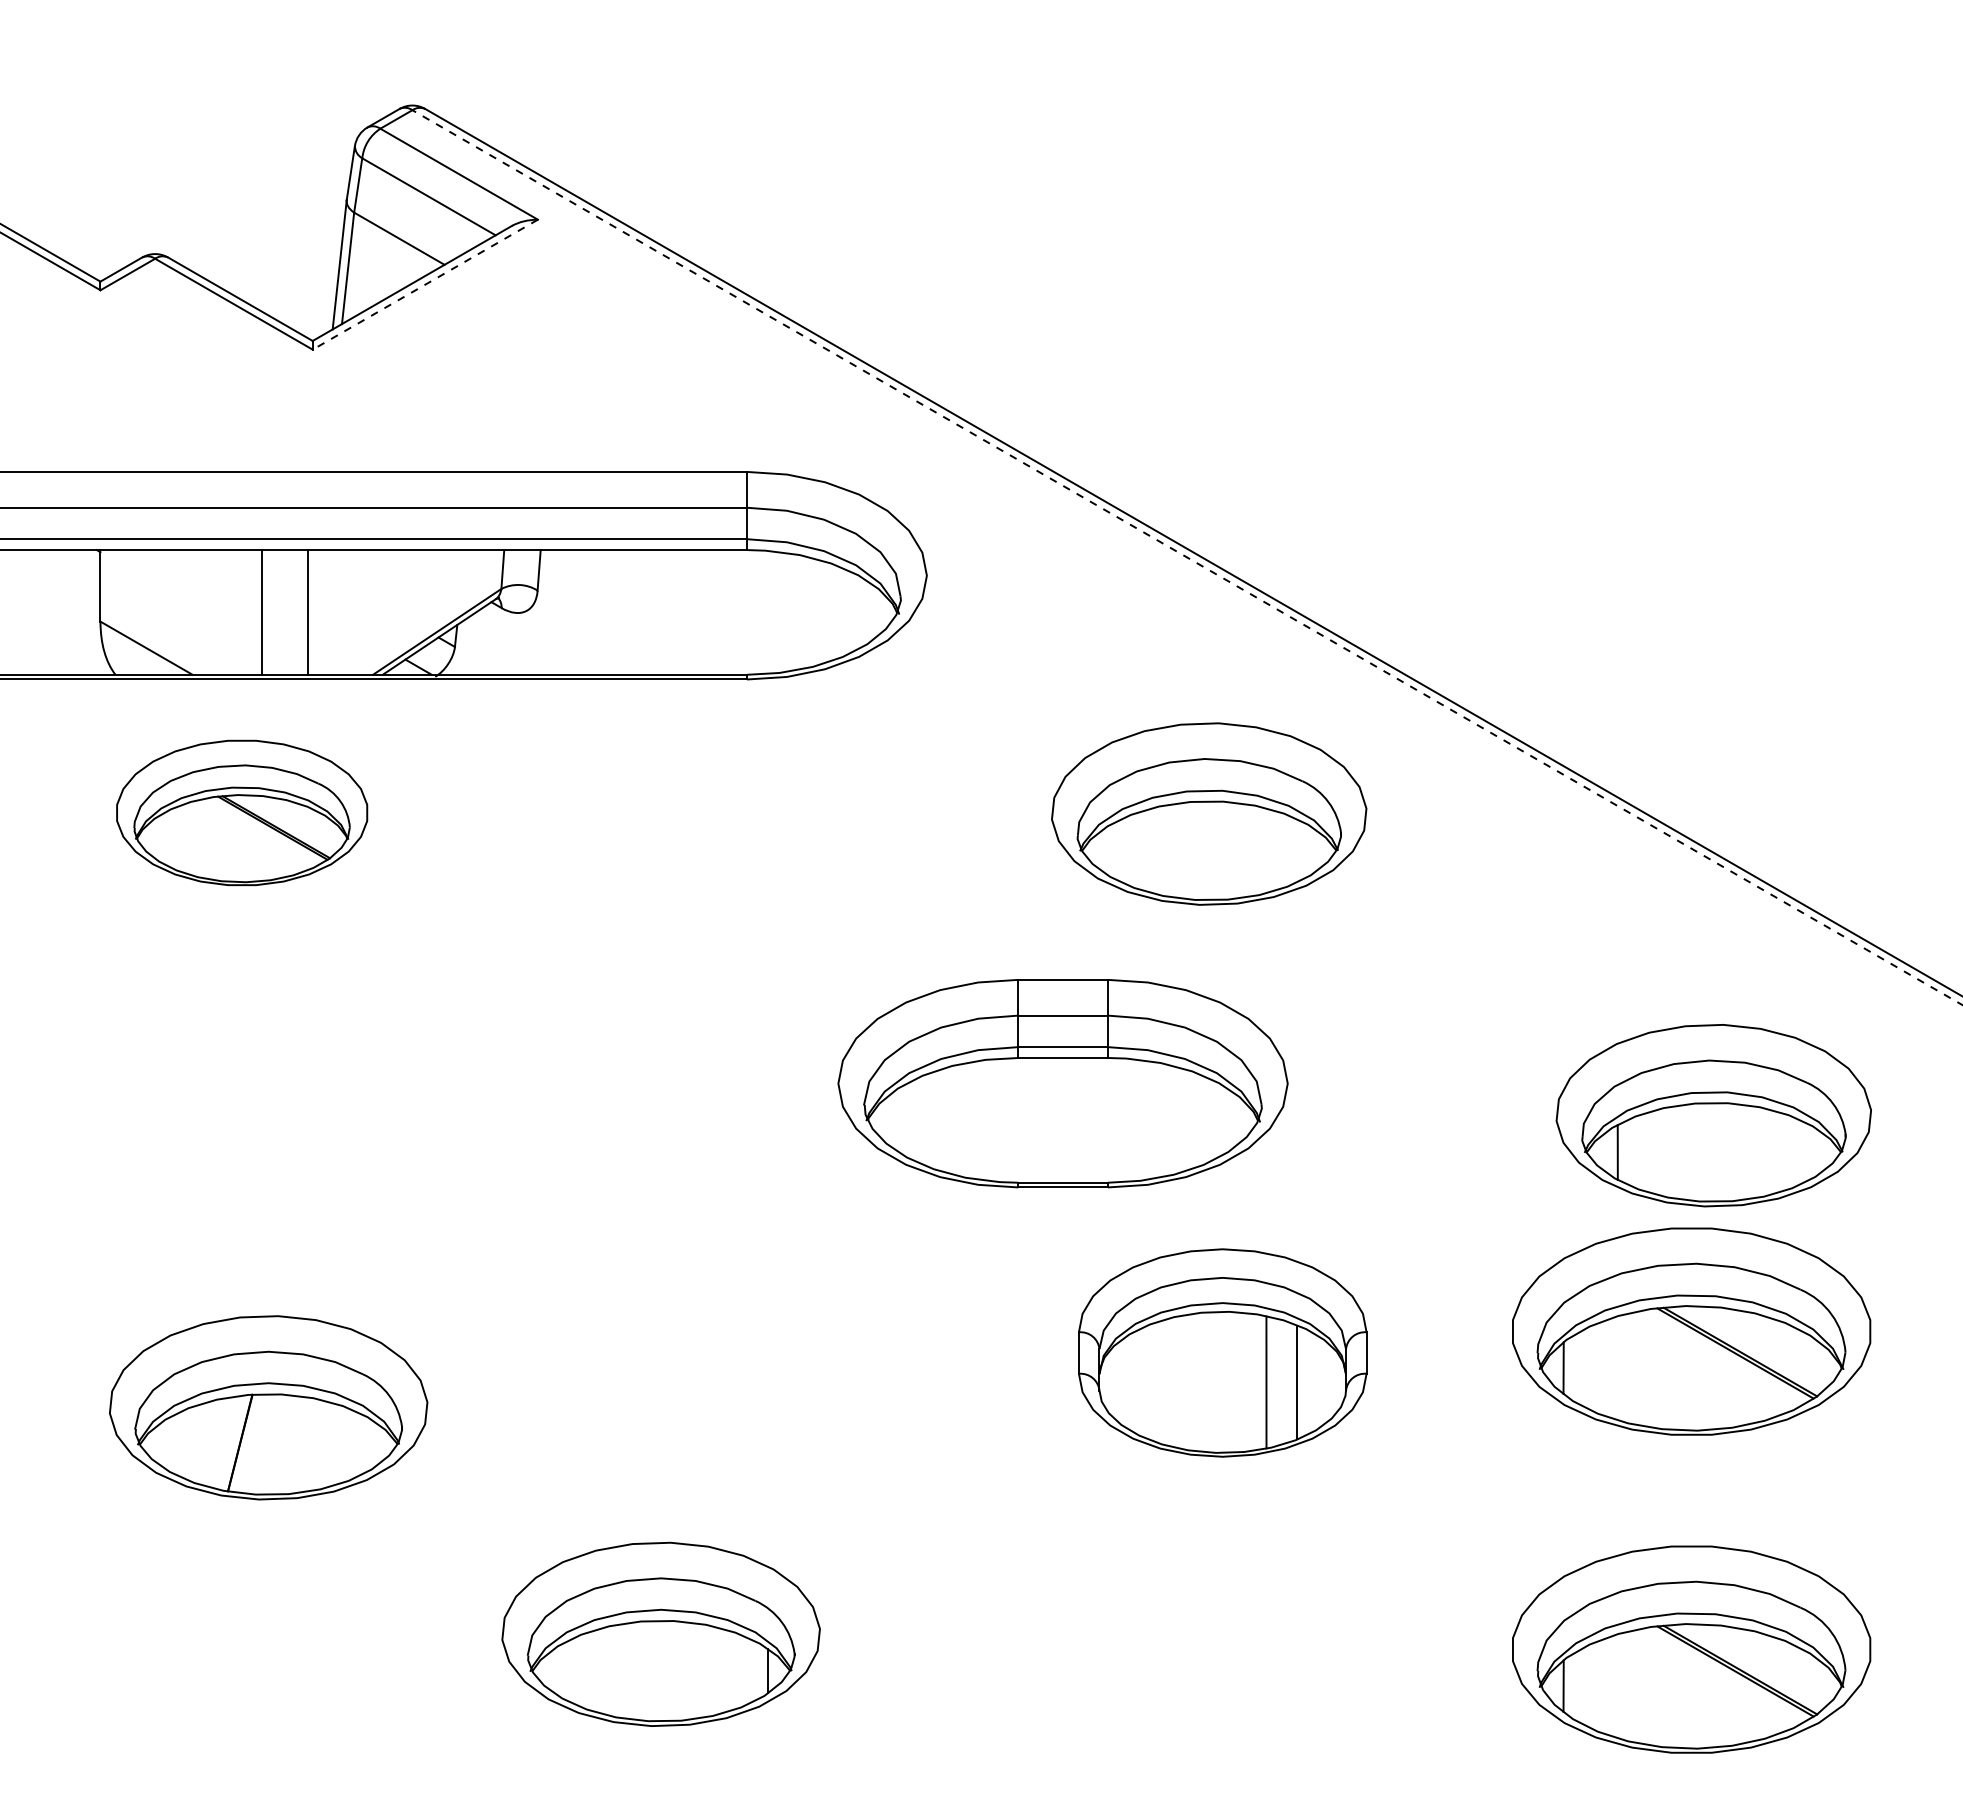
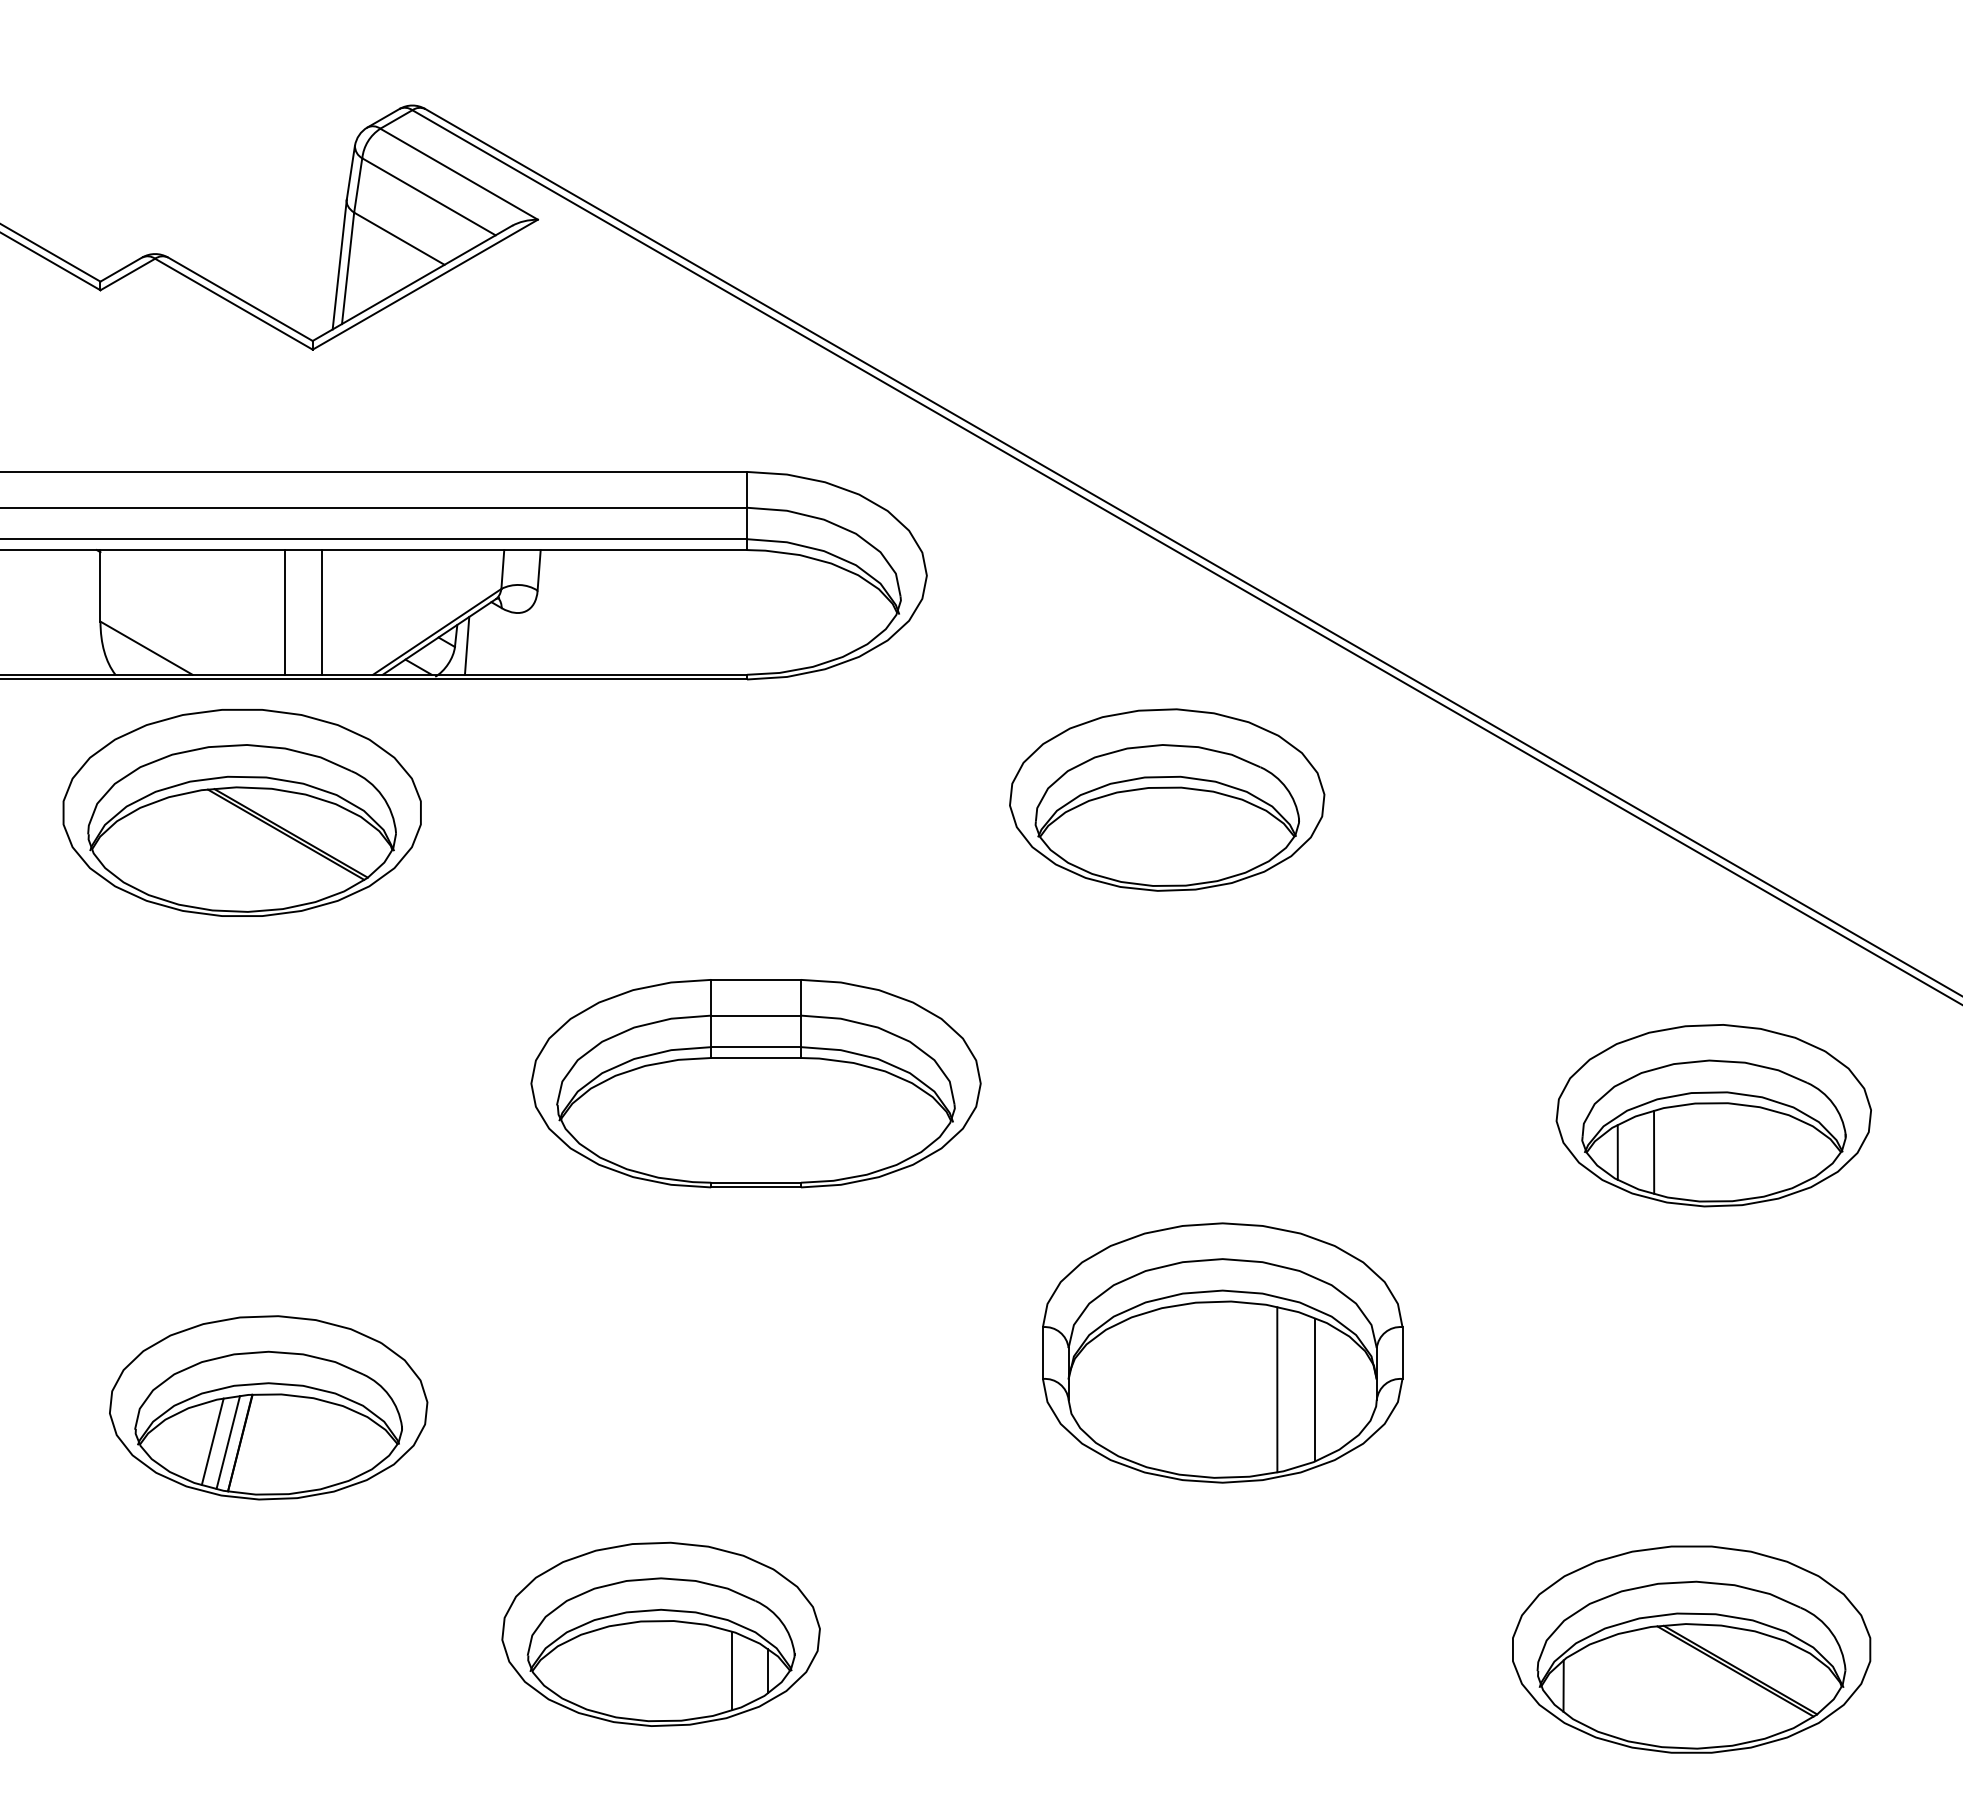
line at (424, 284): dashed -> solid
line at (1187, 557): dashed -> solid
line at (262, 612) position: (262, 612) -> (285, 612)
line at (307, 612) position: (307, 612) -> (321, 612)
line at (466, 645): none -> present
part at (242, 812) size: 253x148 px -> 360x208 px
part at (1209, 813) position: (1209, 813) -> (1167, 799)
part at (1062, 1083) position: (1062, 1083) -> (755, 1083)
line at (1654, 1151): none -> present
part at (1691, 1331): present -> none
part at (1222, 1352) size: 290x210 px -> 362x262 px
line at (212, 1441): none -> present
line at (228, 1442): none -> present
line at (731, 1670): none -> present
